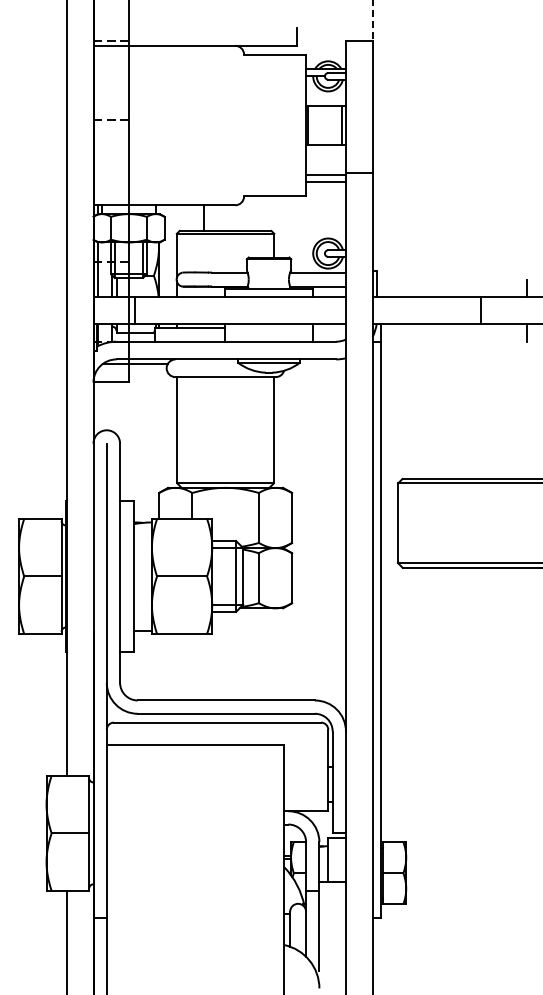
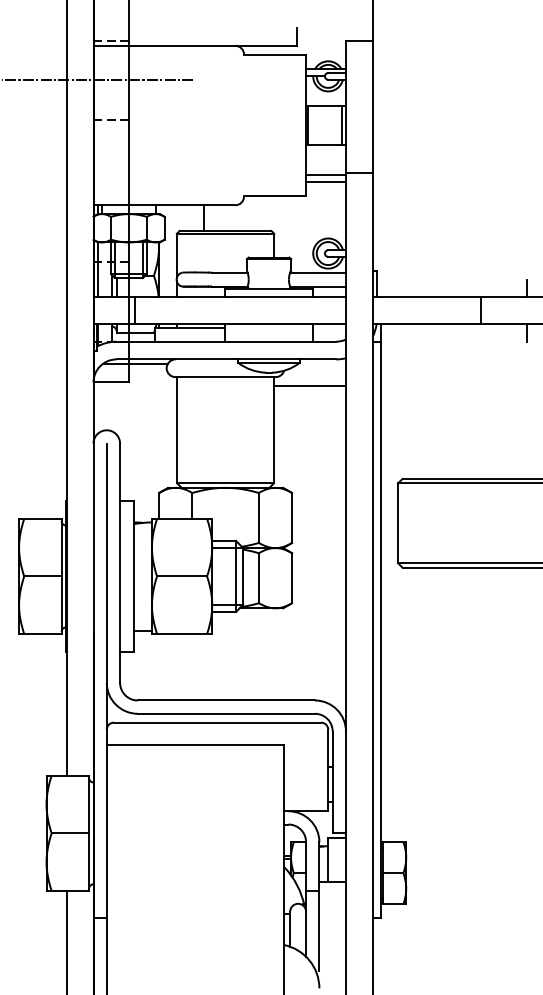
line at (372, 20): dashed -> solid
line at (97, 80): none -> present
line at (309, 386): none -> present
